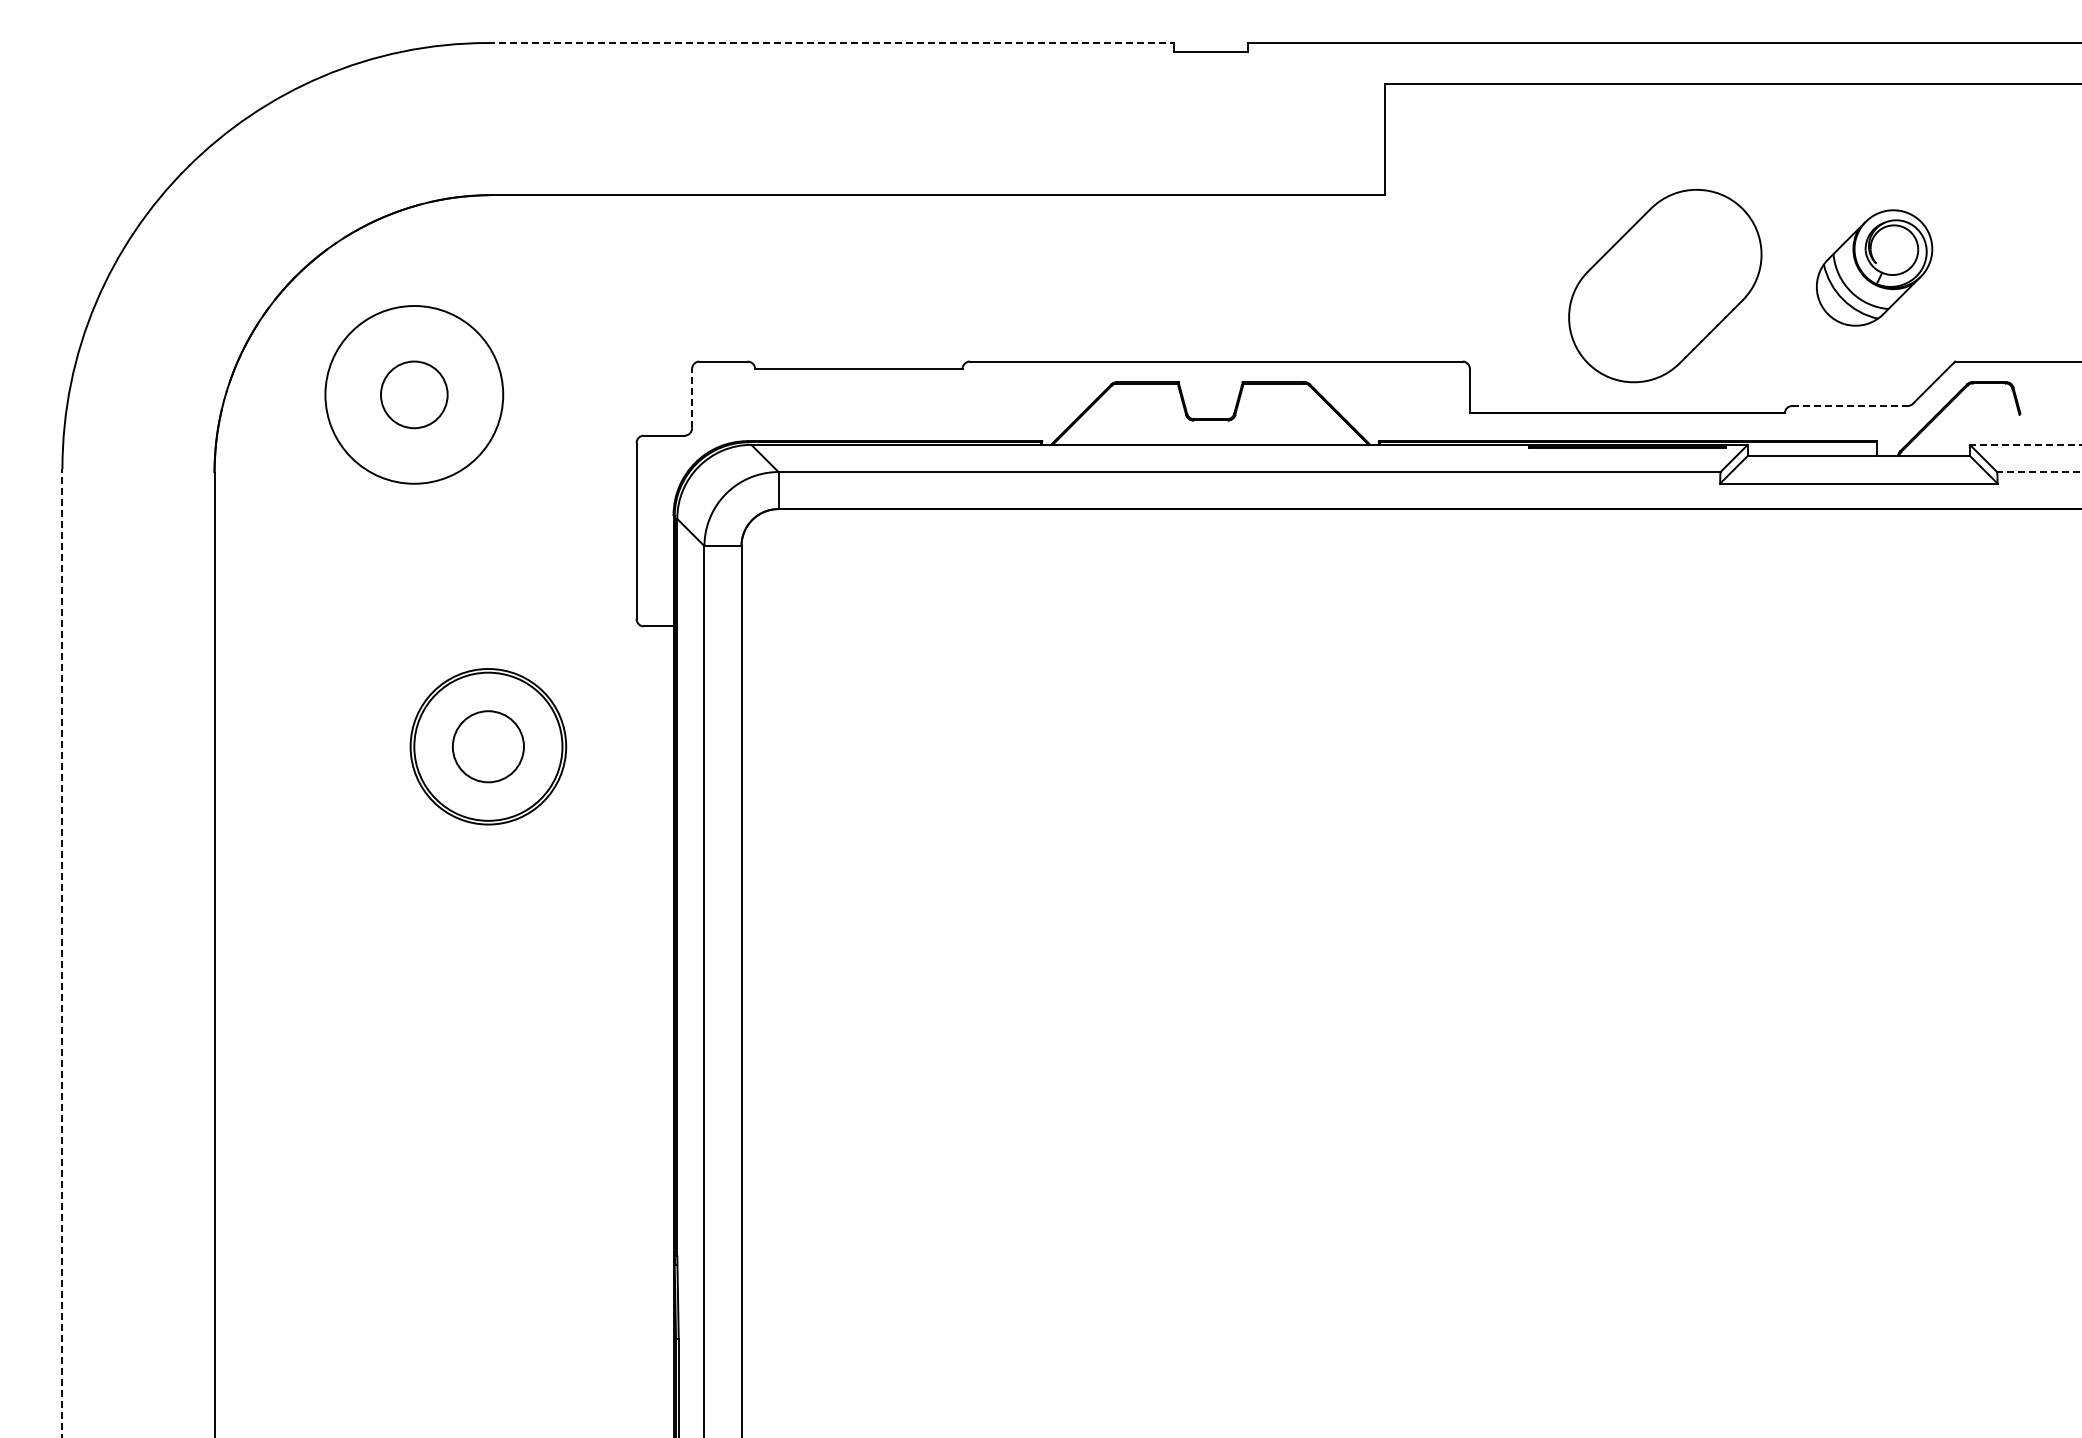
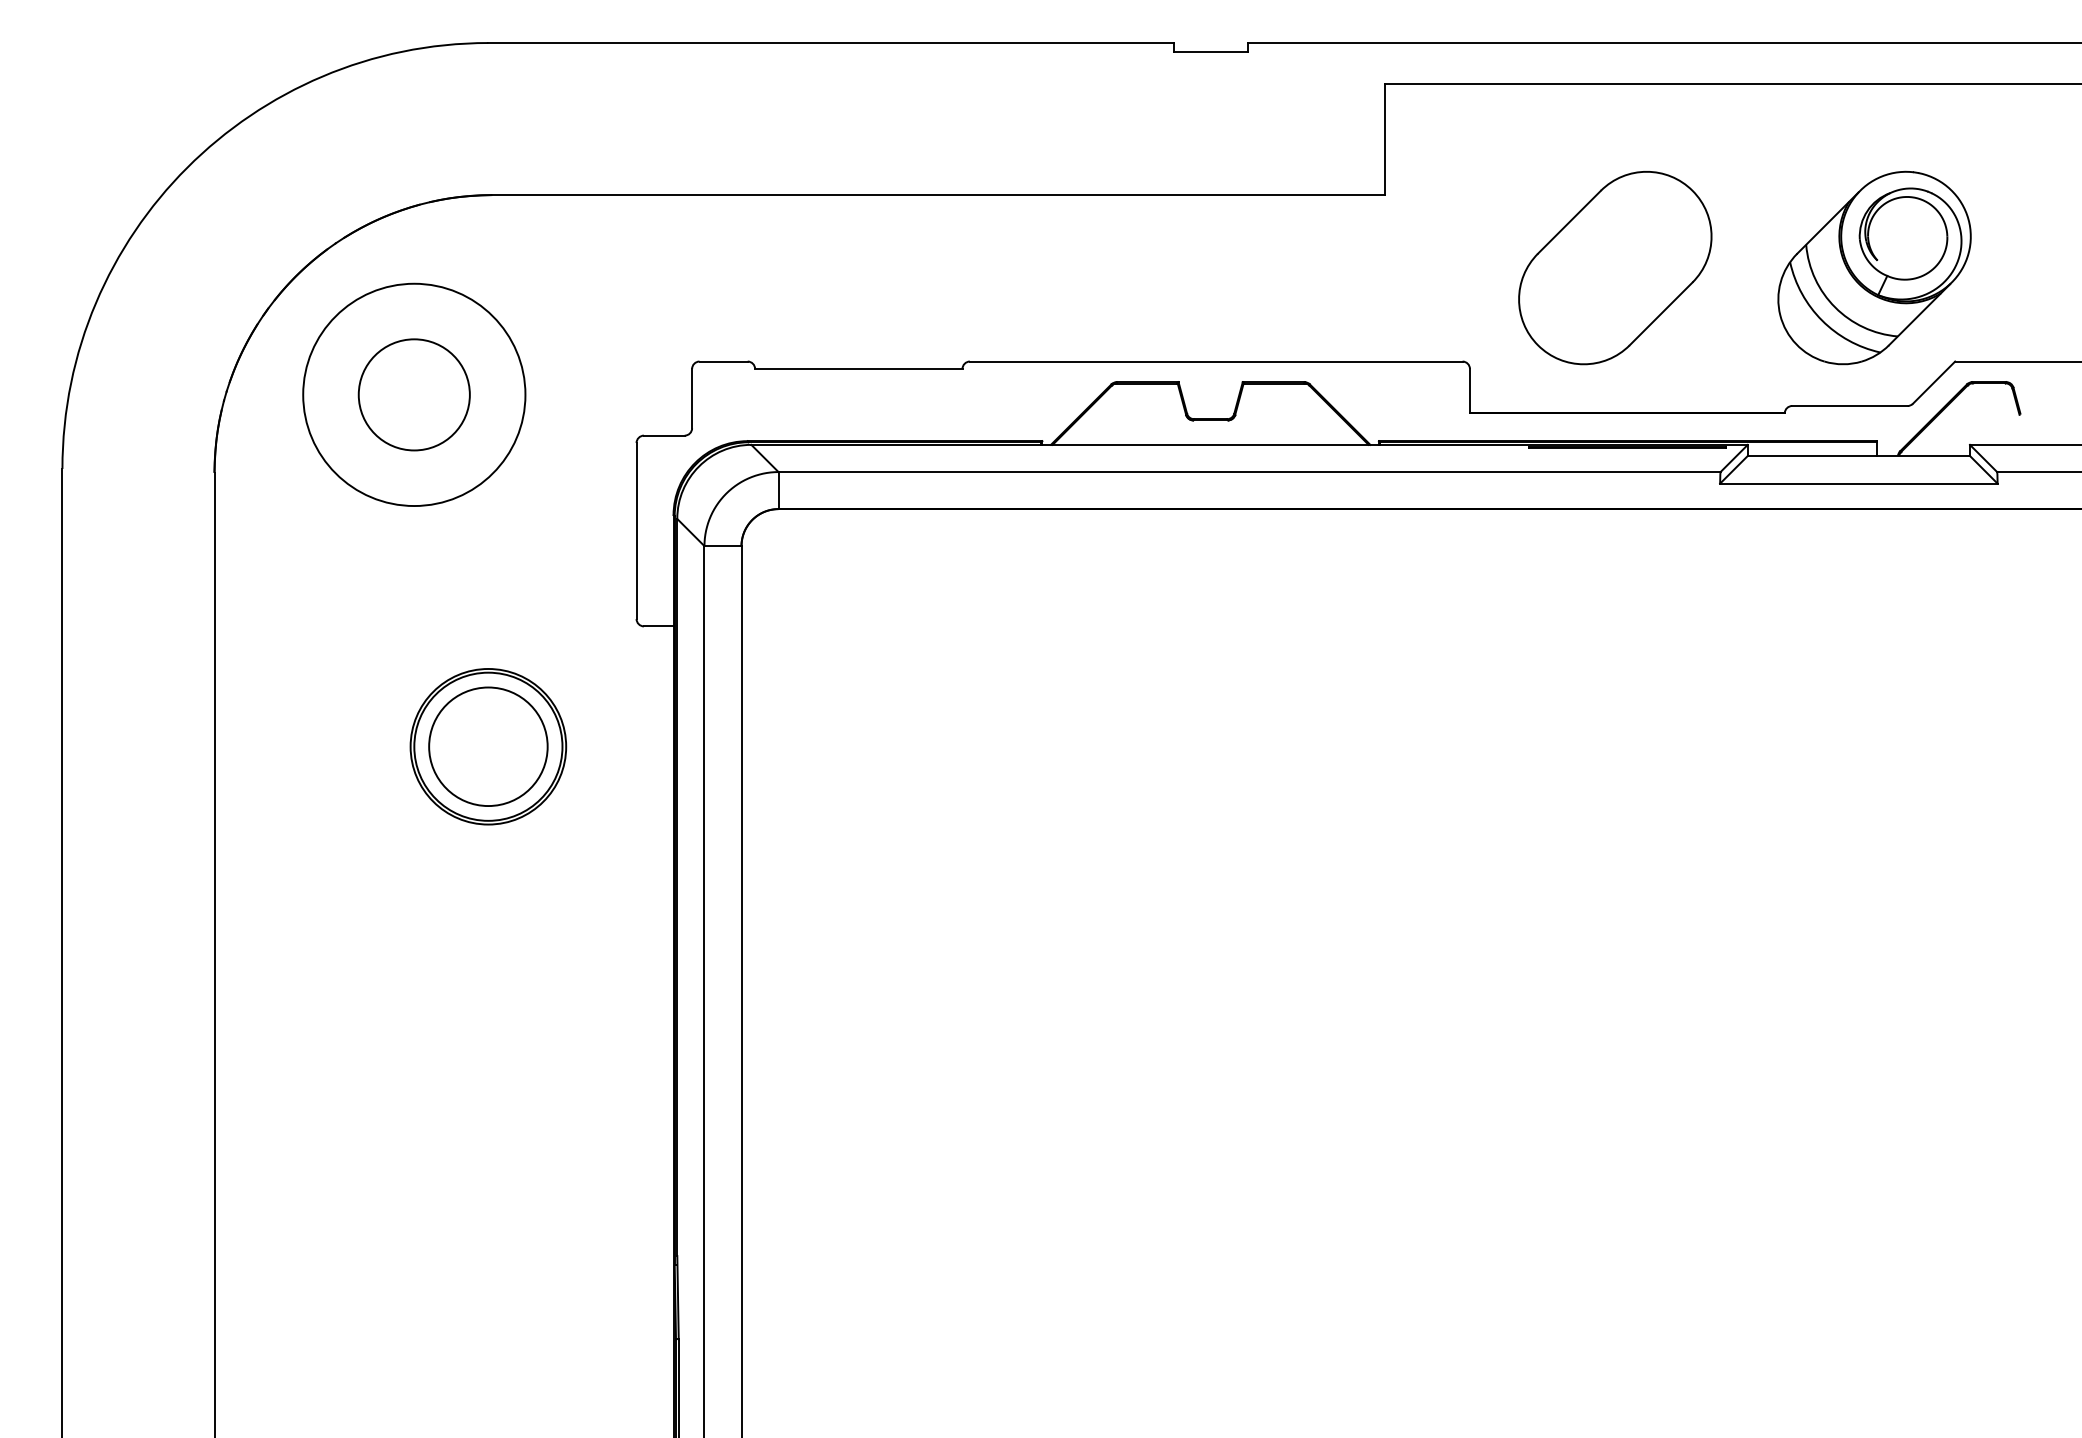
line at (831, 43): dashed -> solid
part at (1874, 267) size: 118x118 px -> 195x196 px
part at (1665, 286) position: (1665, 286) -> (1615, 268)
circle at (414, 394) diameter: 178 px -> 222 px
circle at (414, 394) diameter: 67 px -> 111 px
line at (692, 398): dashed -> solid
line at (1849, 406): dashed -> solid
line at (2025, 444): dashed -> solid
line at (2039, 472): dashed -> solid
circle at (487, 746) diameter: 71 px -> 119 px
line at (62, 952): dashed -> solid
